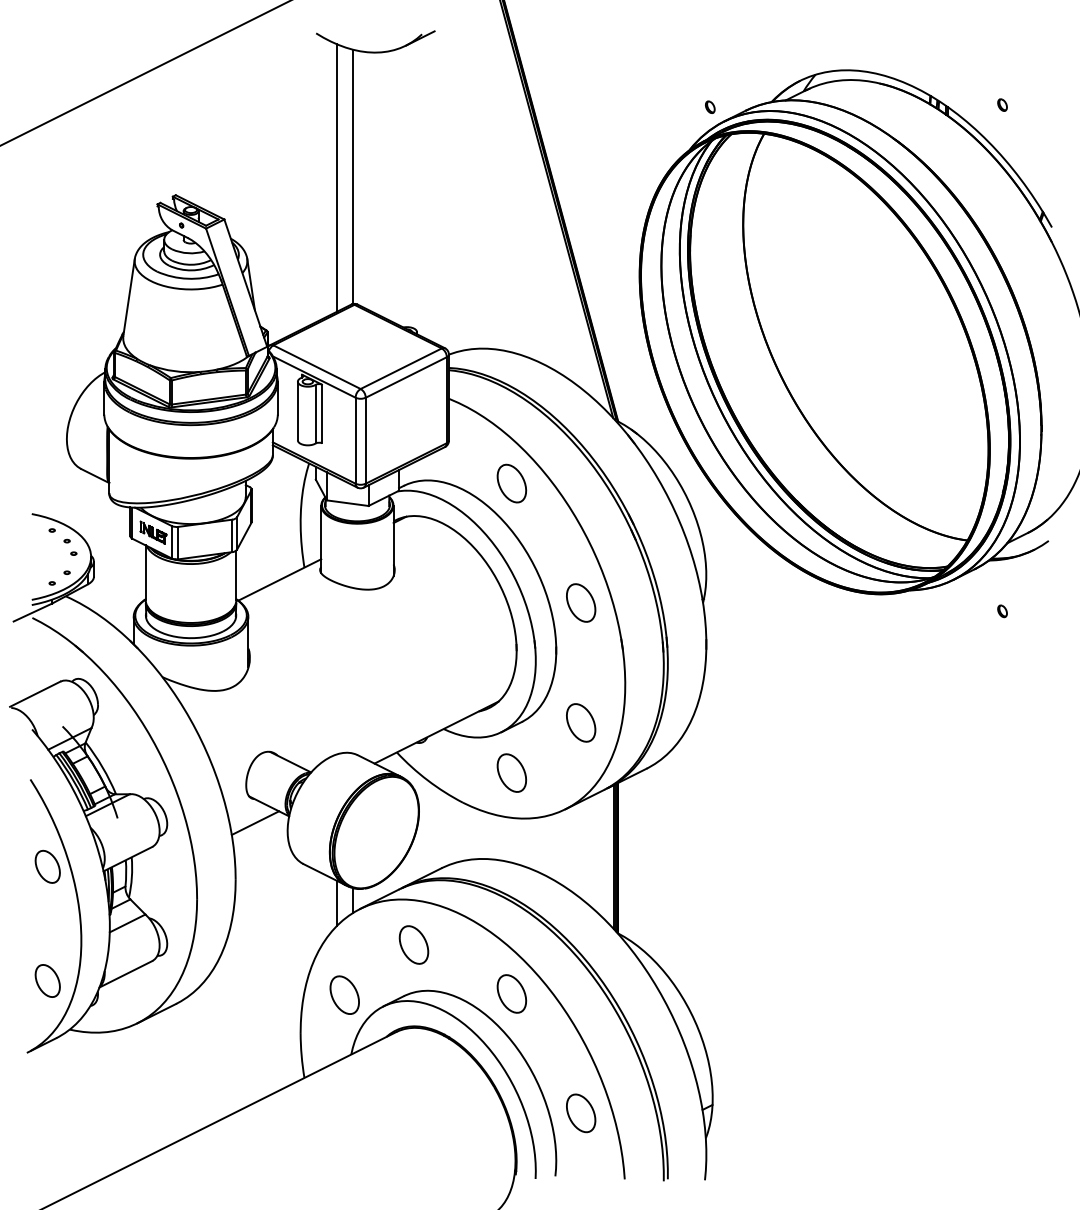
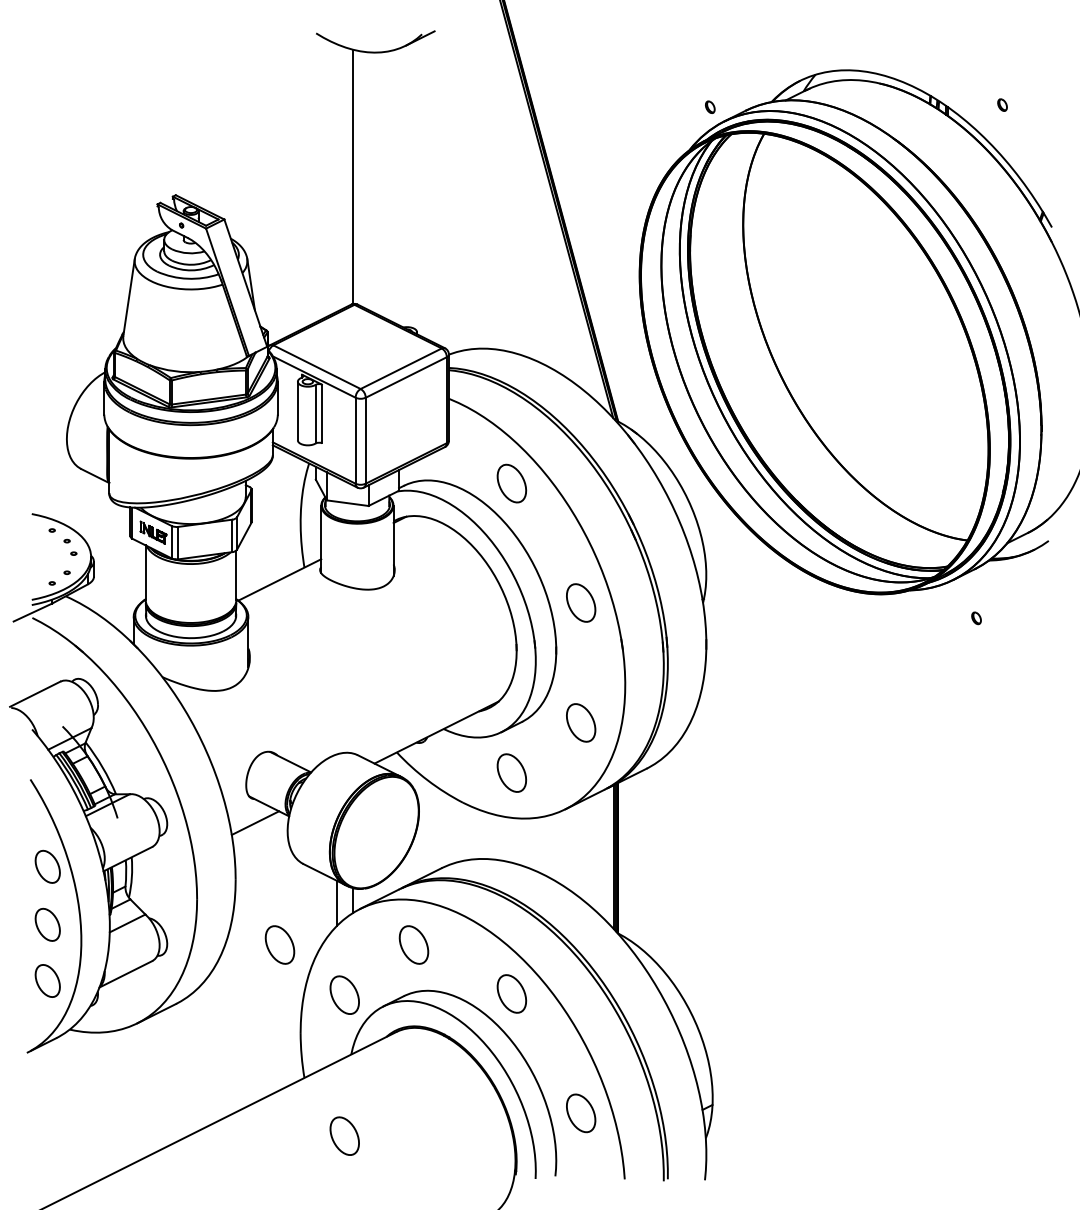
line at (144, 73): present -> none
line at (336, 178): present -> none
part at (1002, 611) position: (1002, 611) -> (976, 618)
part at (47, 924): none -> present
part at (279, 944): none -> present
part at (344, 1135): none -> present
